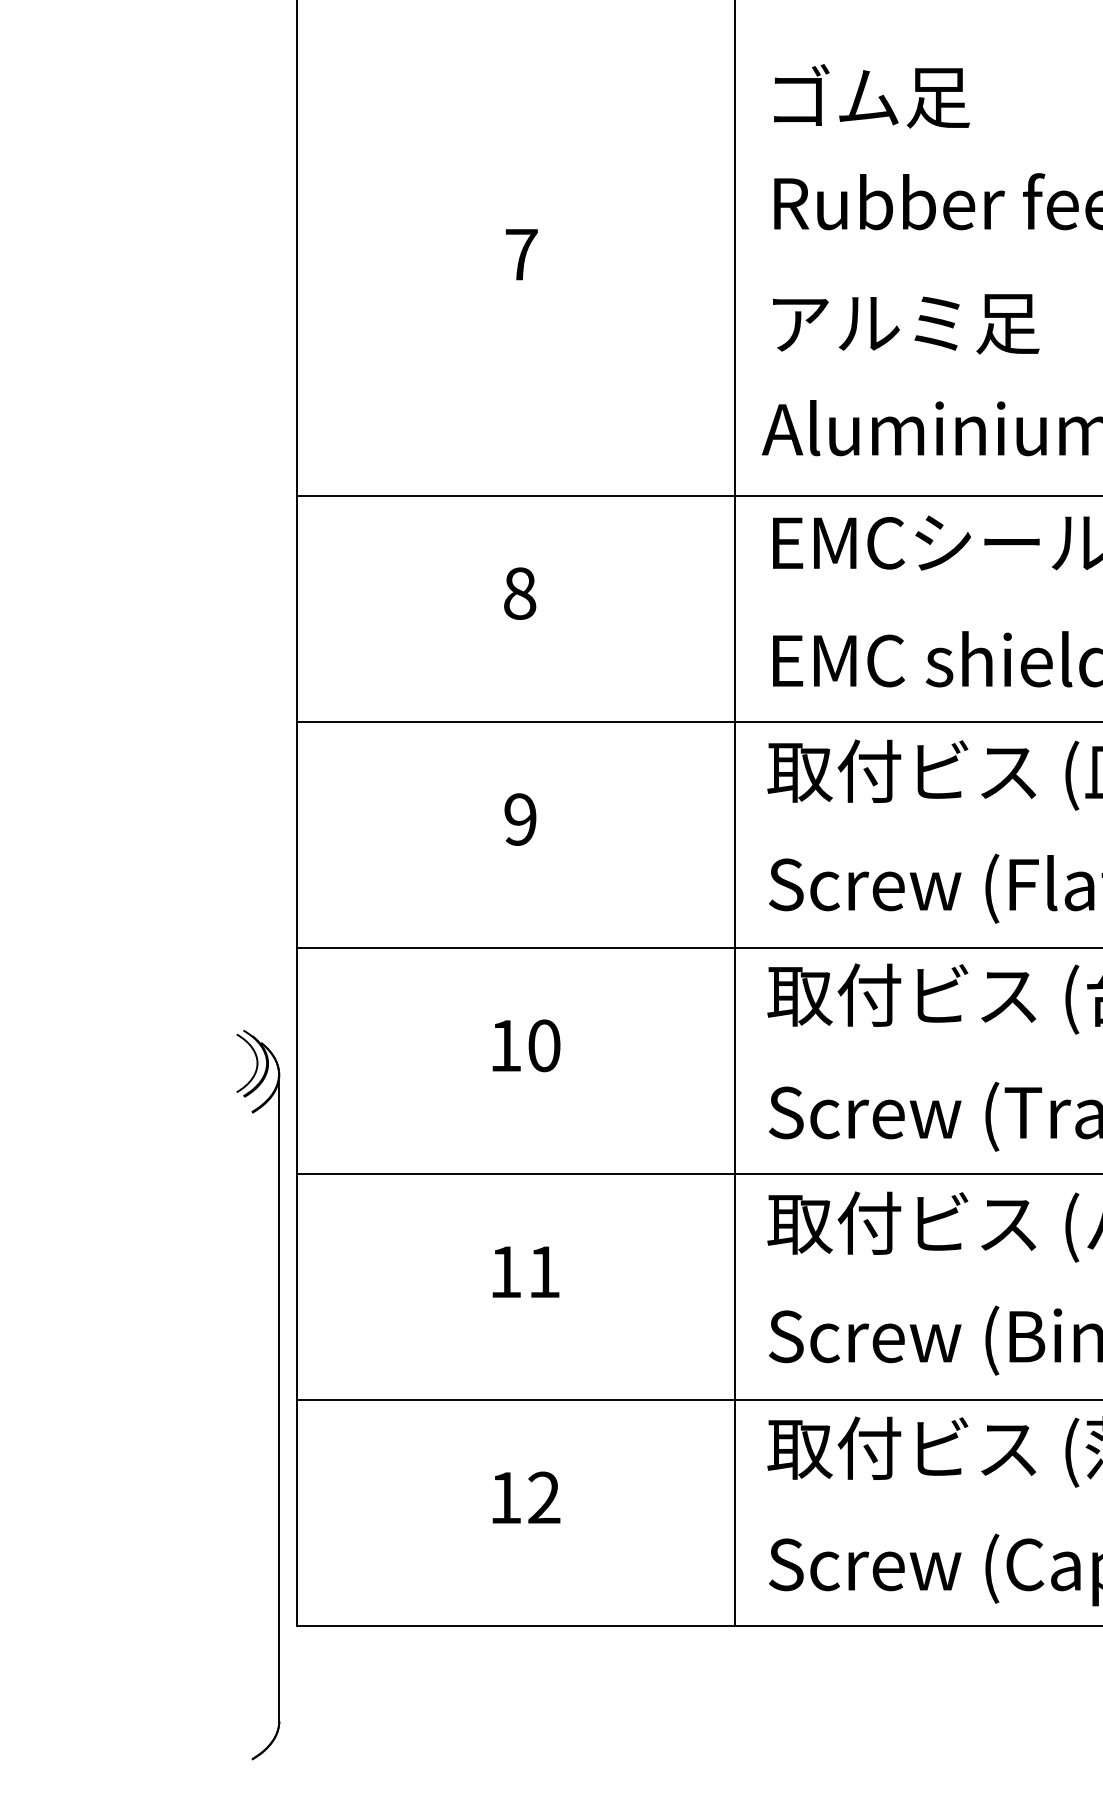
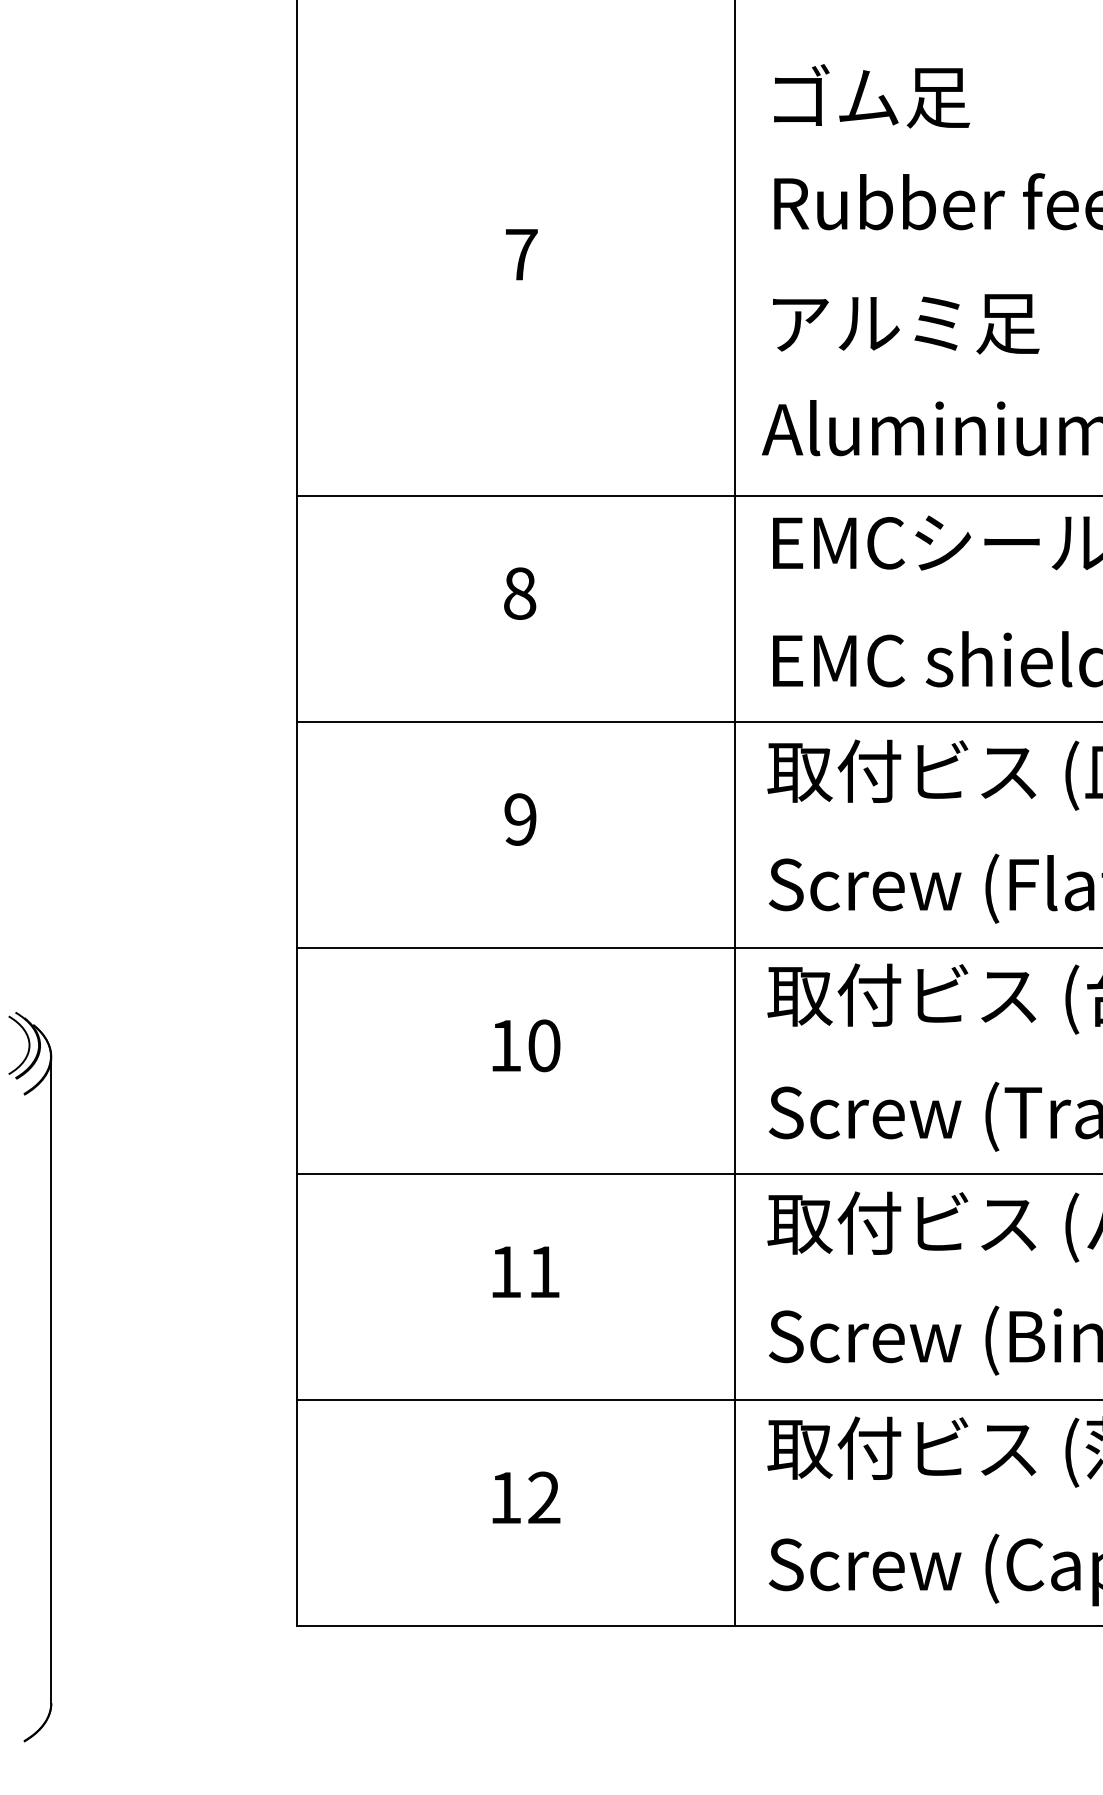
part at (278, 1395) position: (278, 1395) -> (50, 1377)
